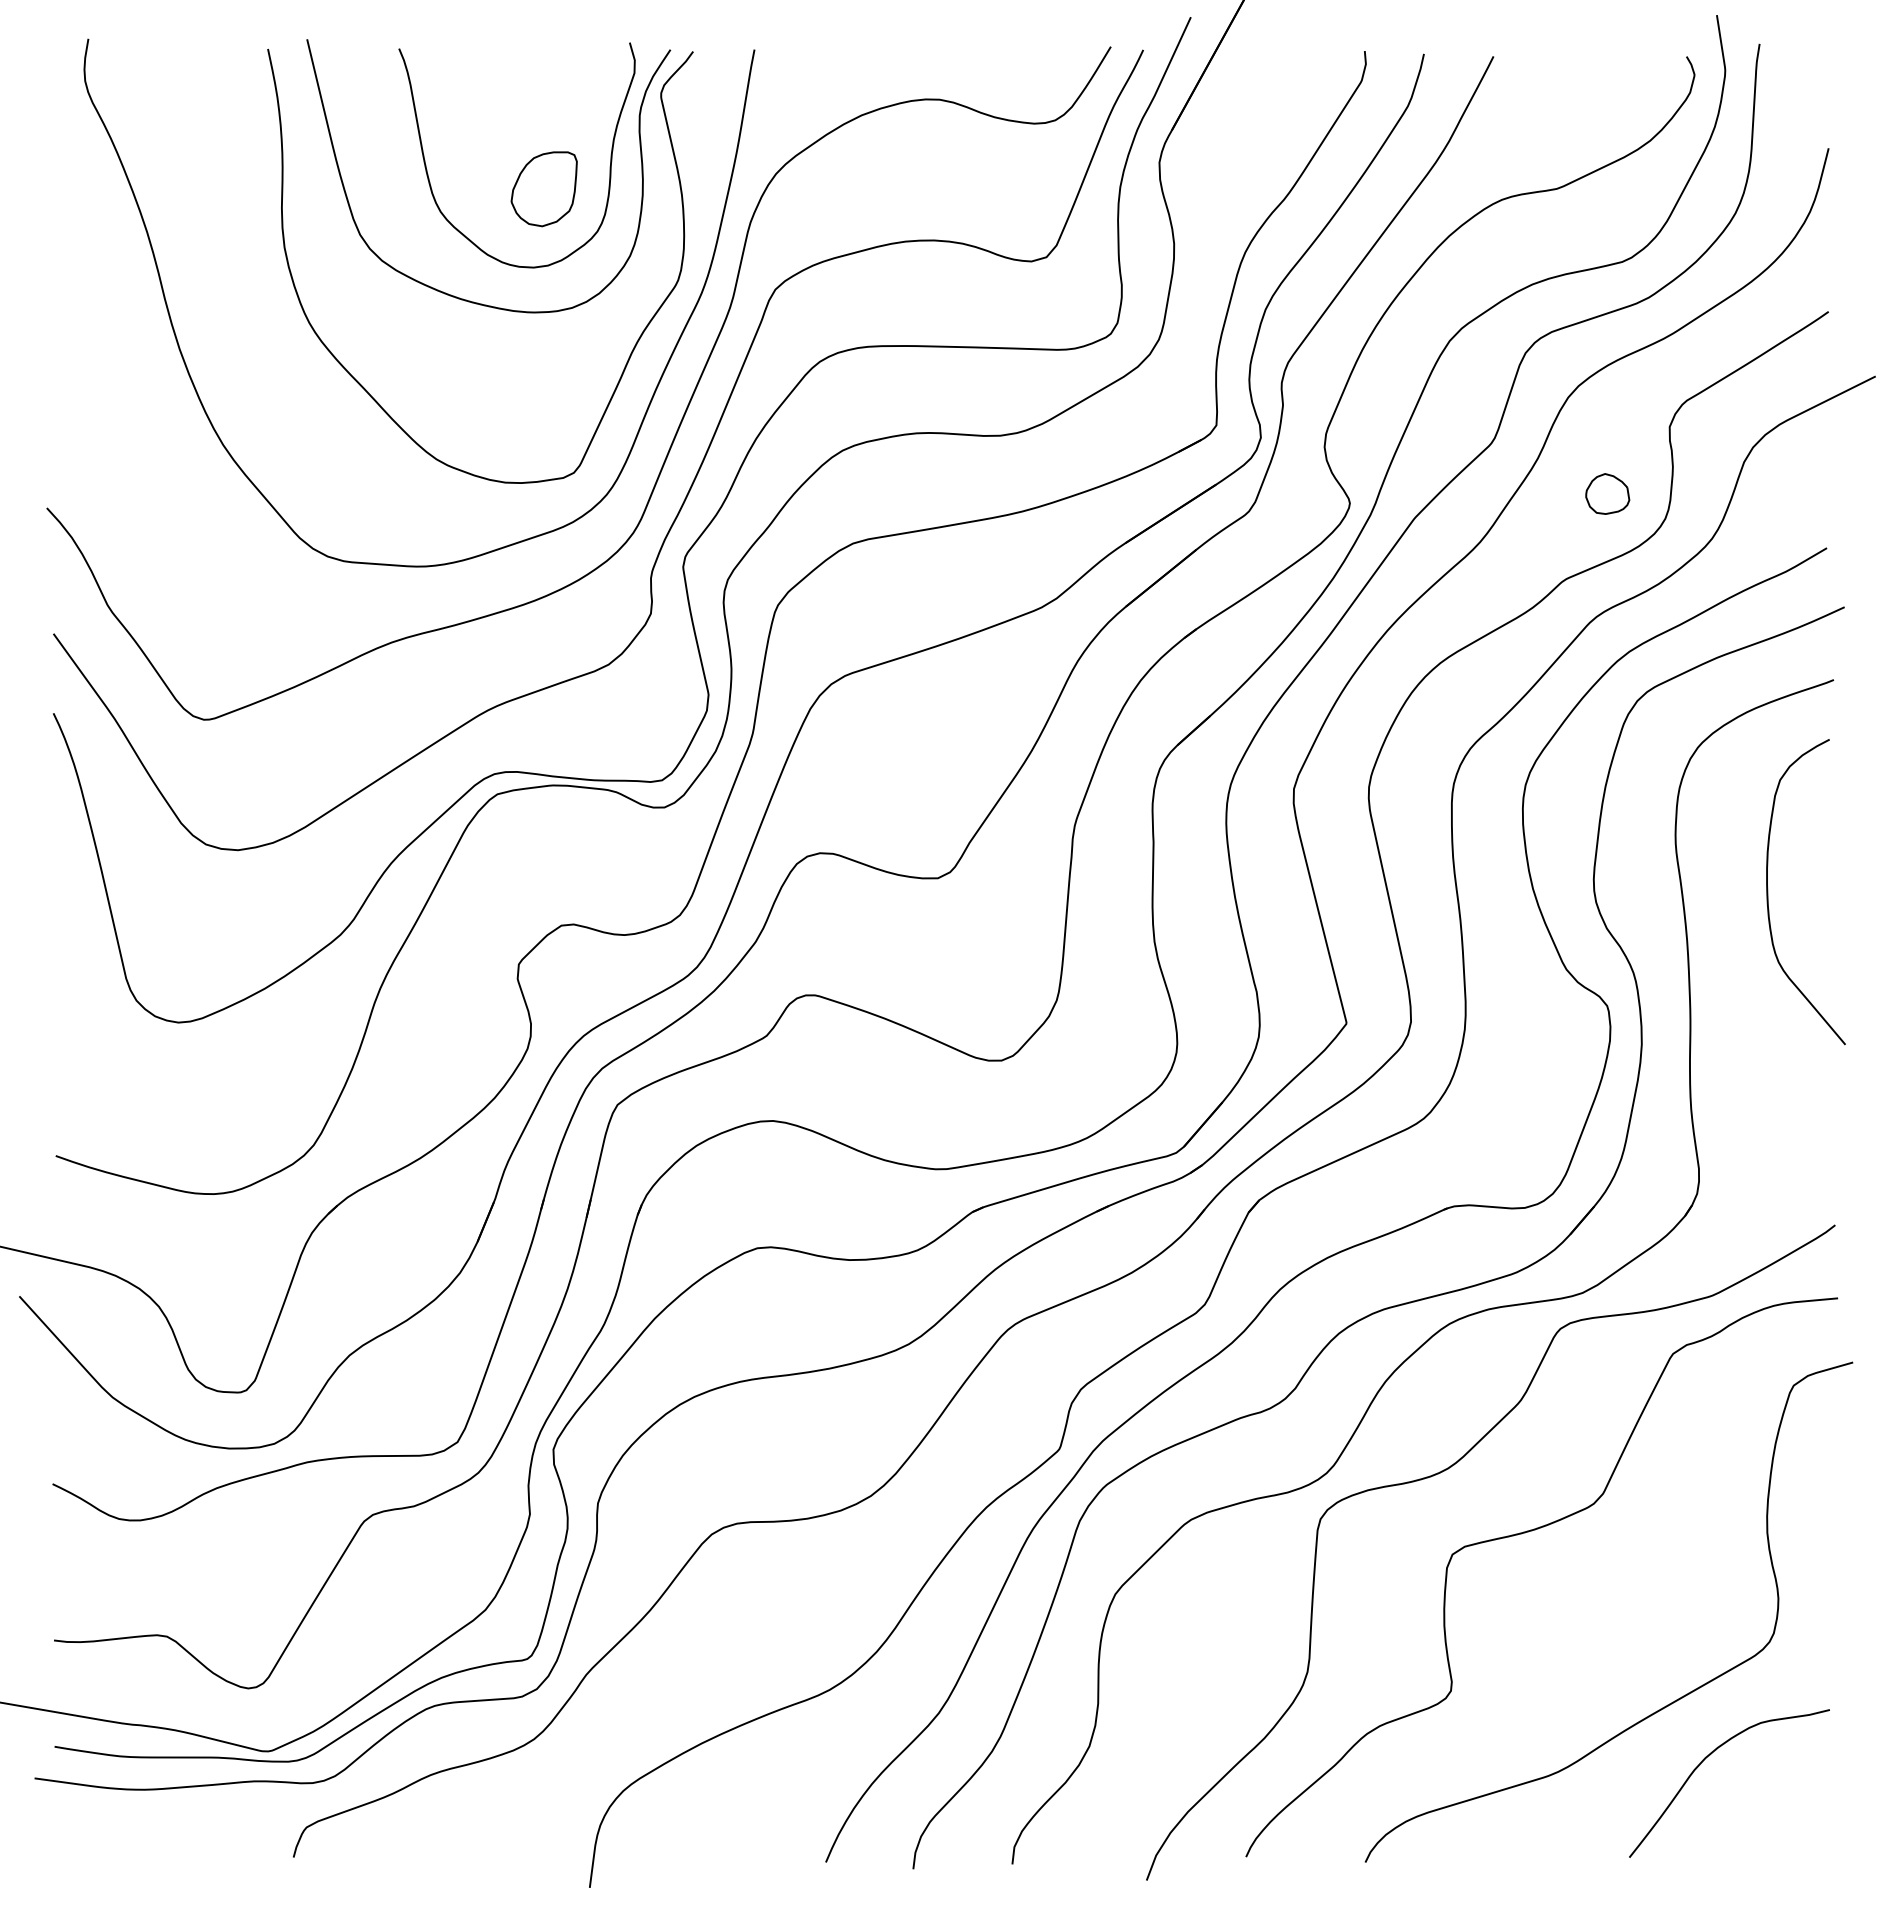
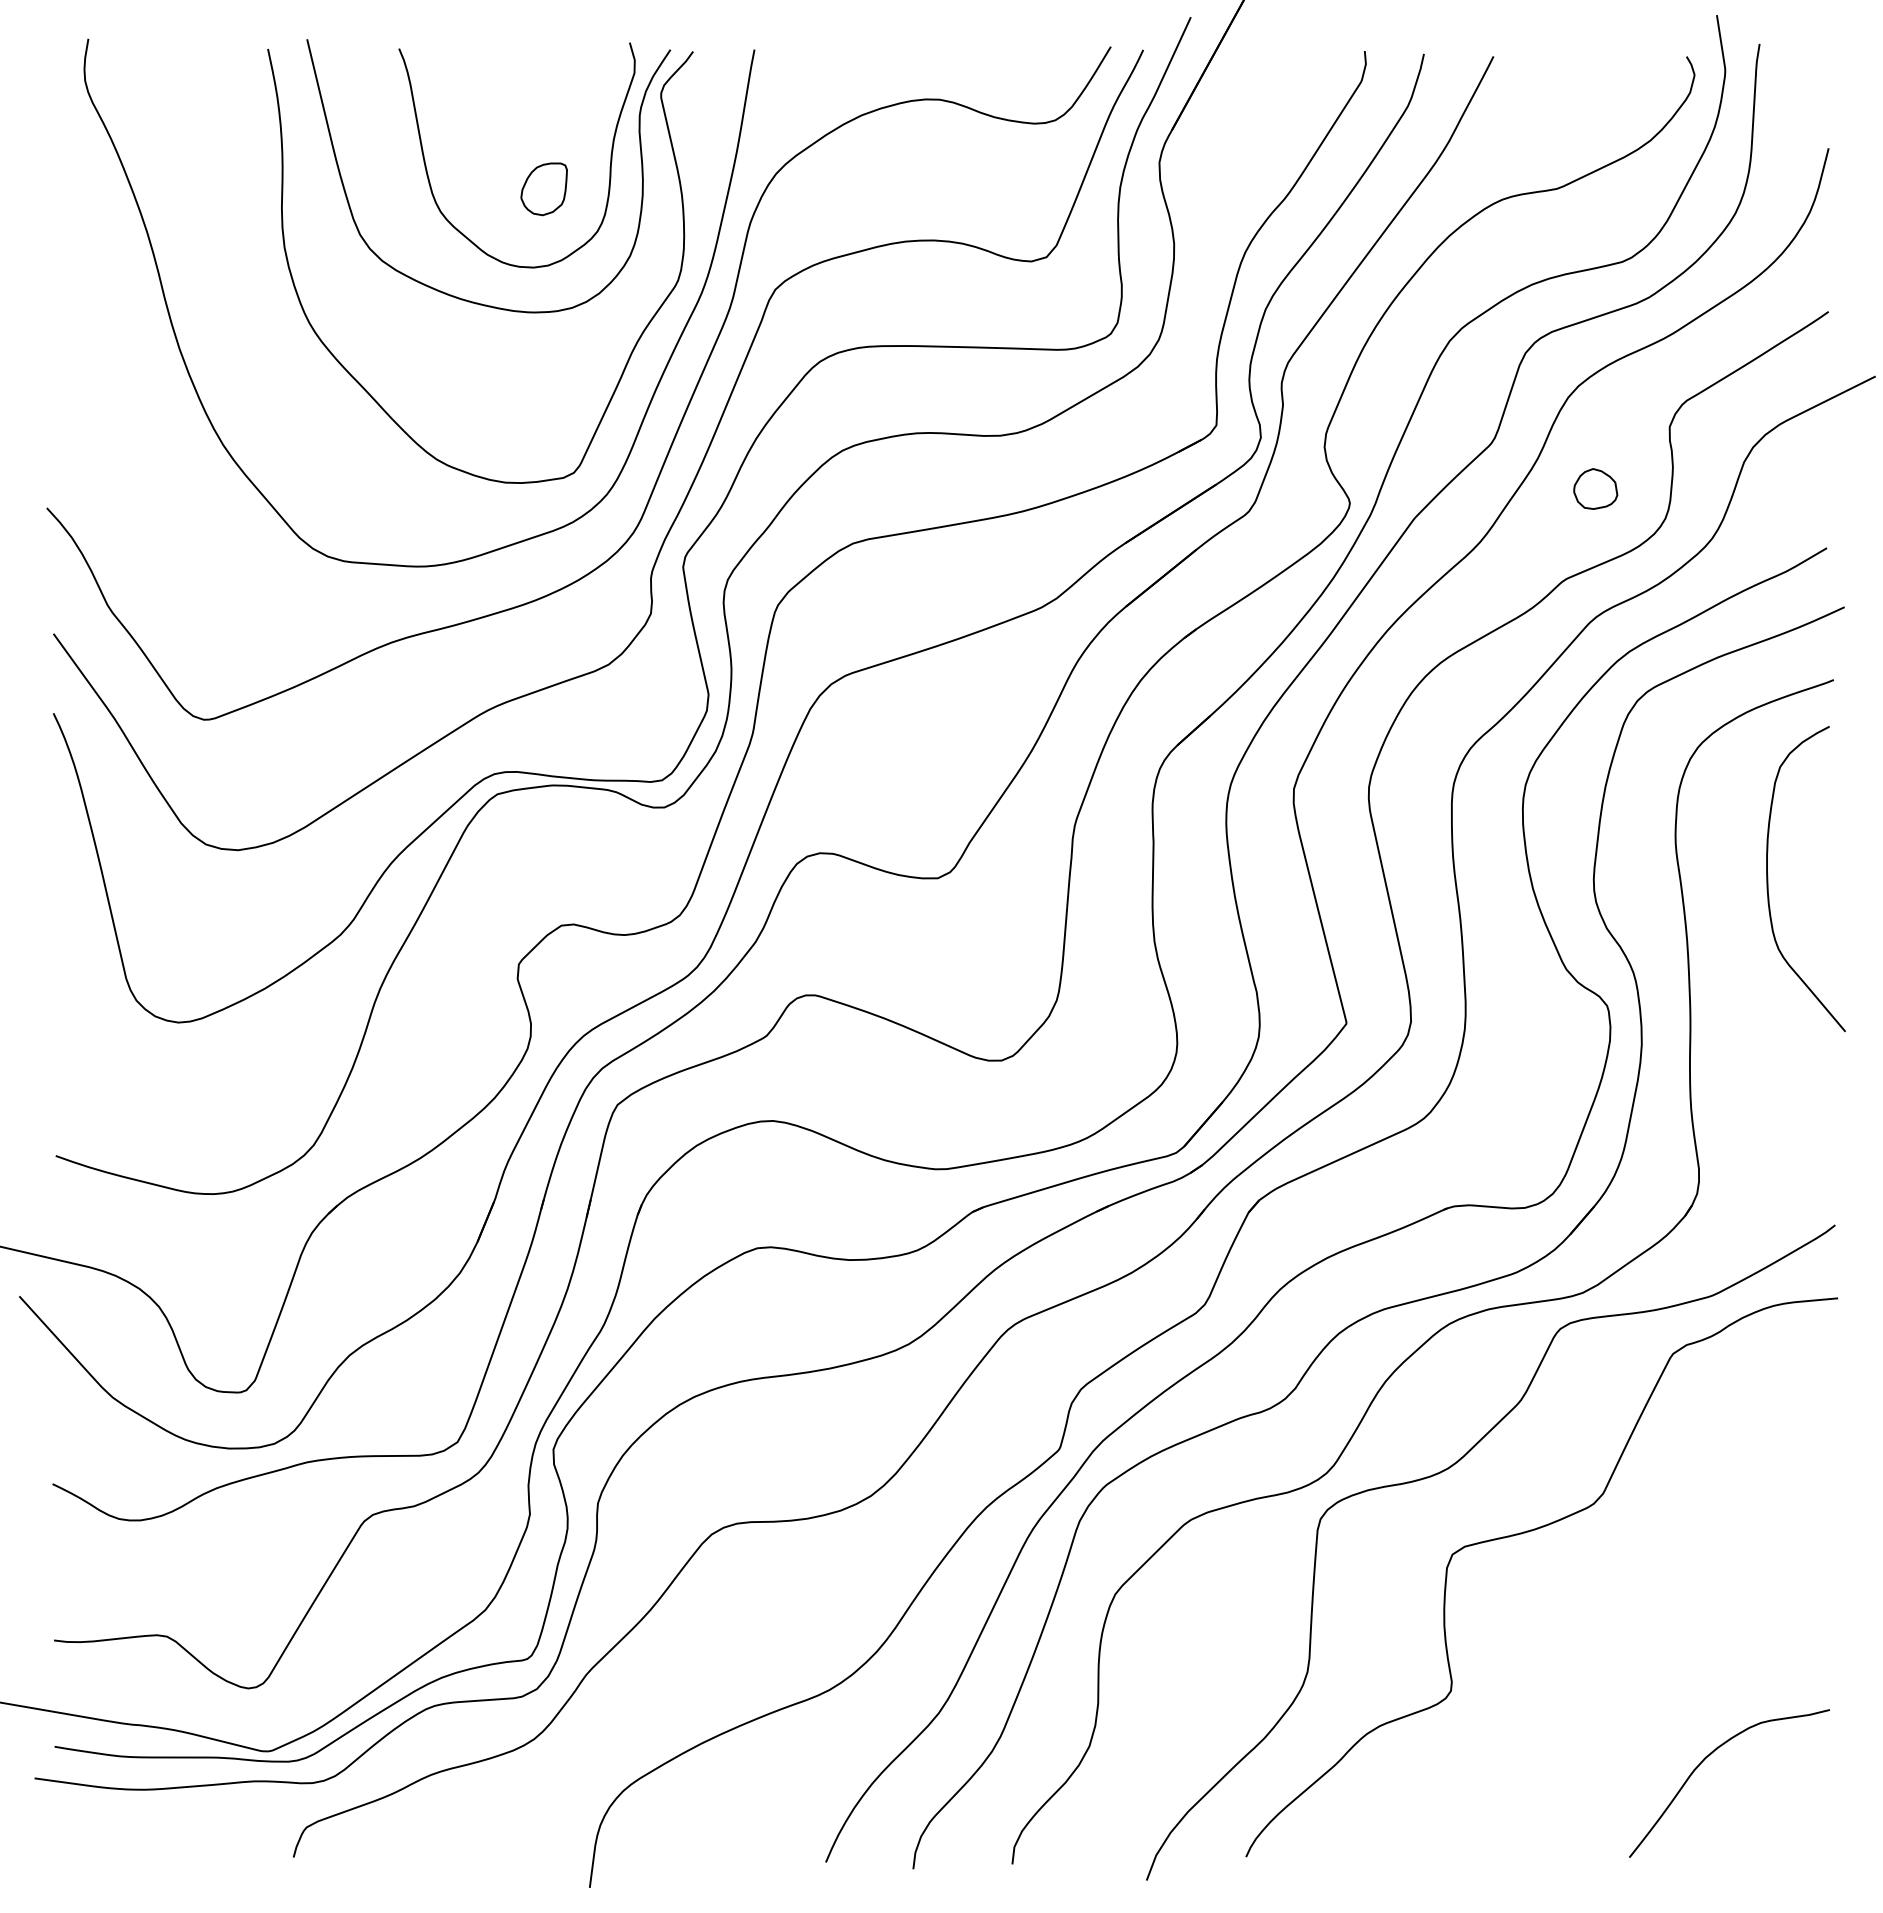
part at (543, 189) size: 68x77 px -> 48x55 px
part at (1607, 493) position: (1607, 493) -> (1595, 488)
curve at (1768, 892) position: (1768, 892) -> (1768, 879)
curve at (1665, 1705): present -> none
